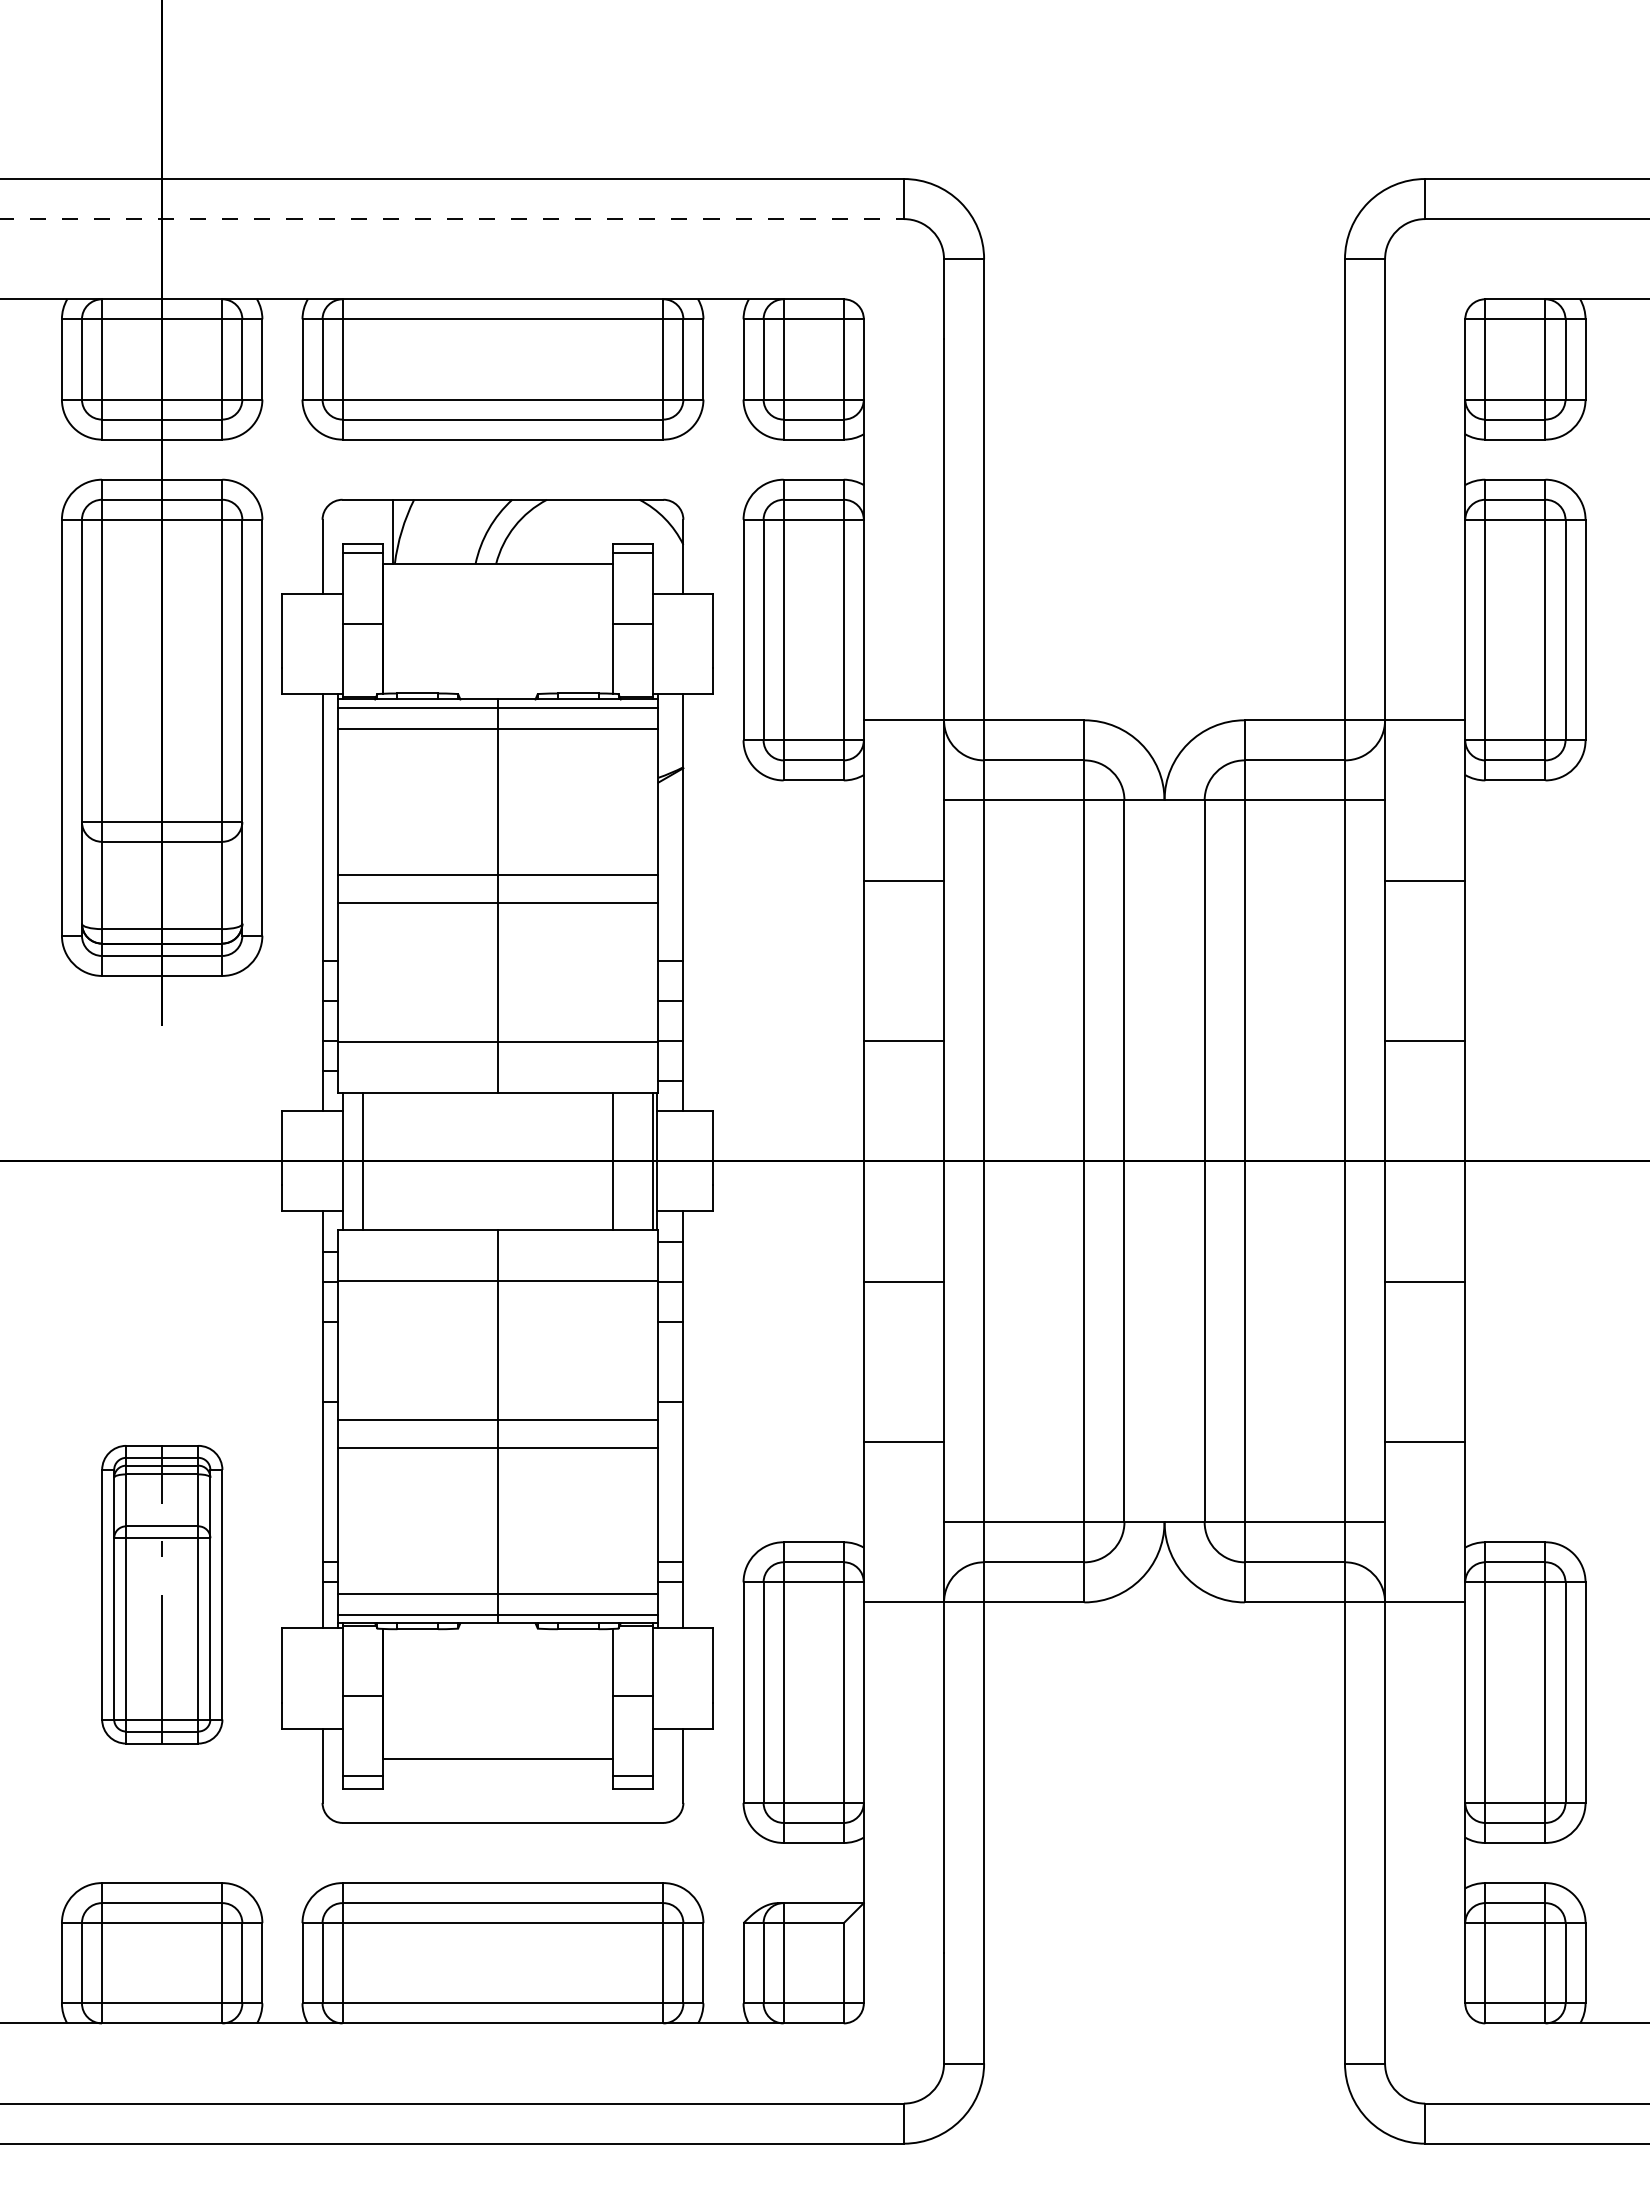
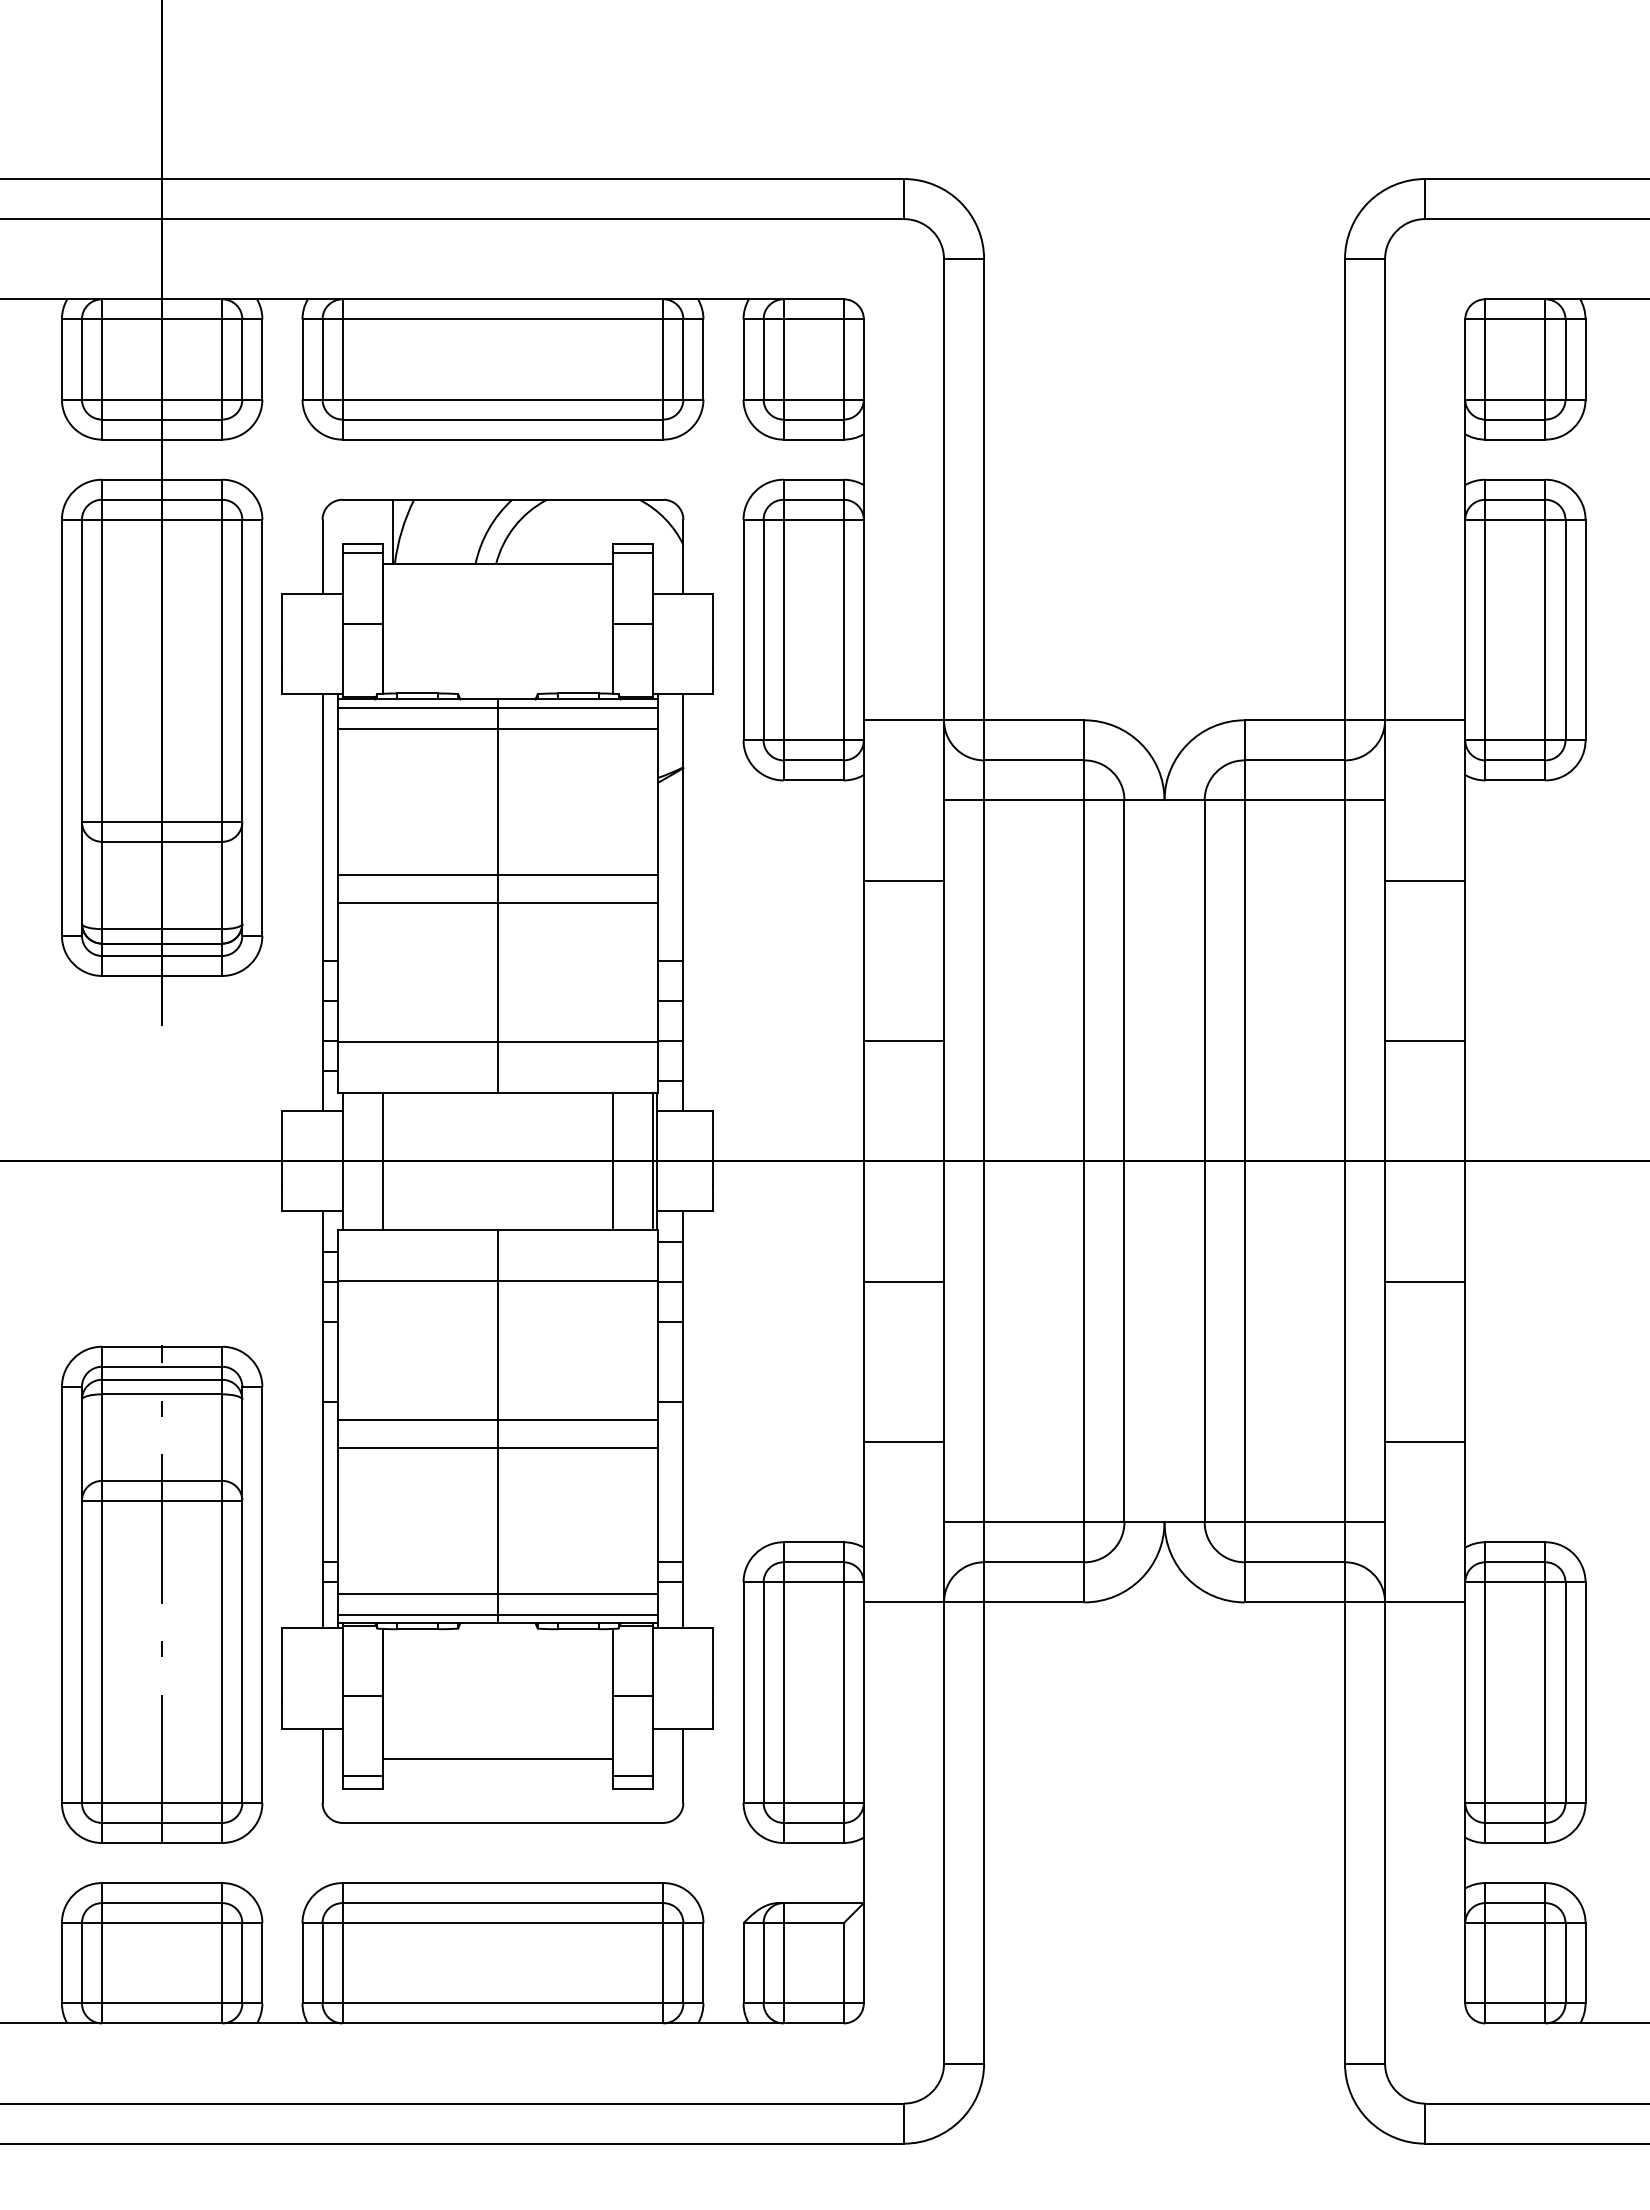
line at (452, 219): dashed -> solid
line at (362, 1161) position: (362, 1161) -> (382, 1161)
part at (162, 1594) size: 123x300 px -> 203x499 px
